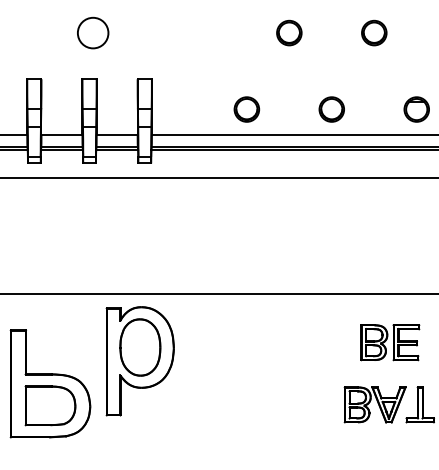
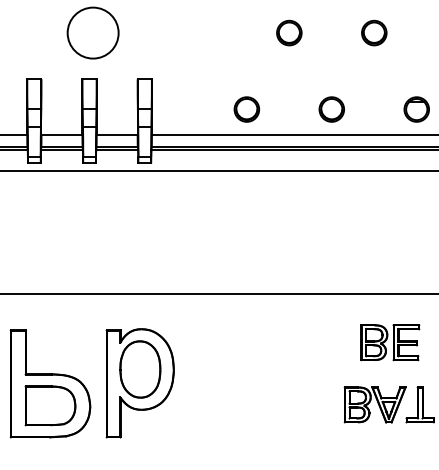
circle at (92, 32) diameter: 31 px -> 51 px
line at (218, 177) position: (218, 177) -> (218, 170)
part at (139, 361) position: (139, 361) -> (139, 383)
